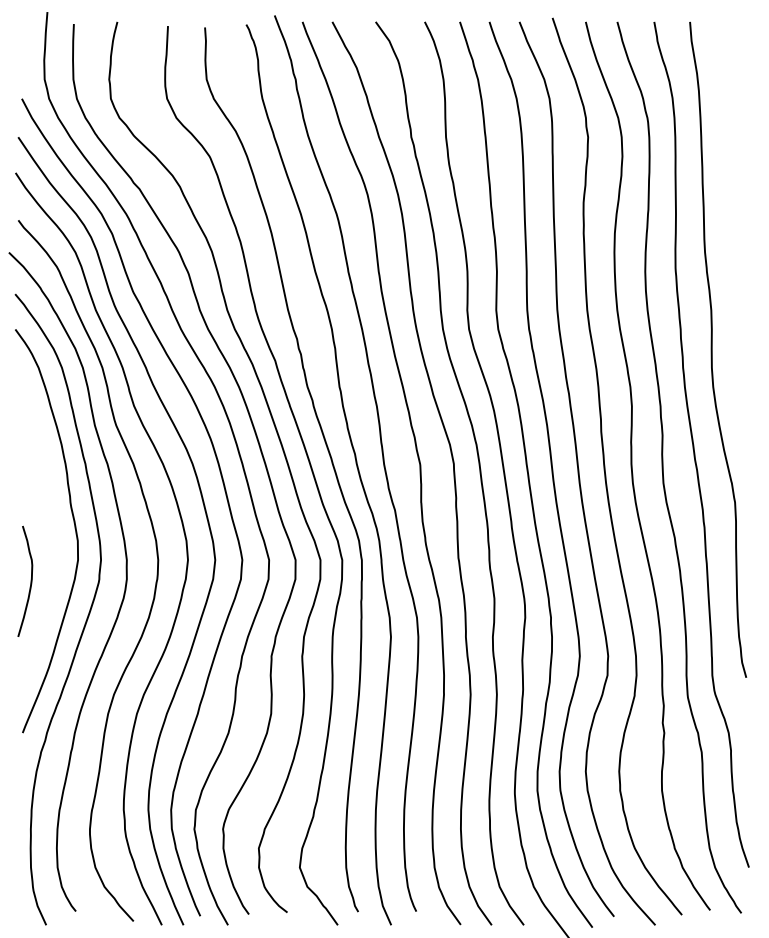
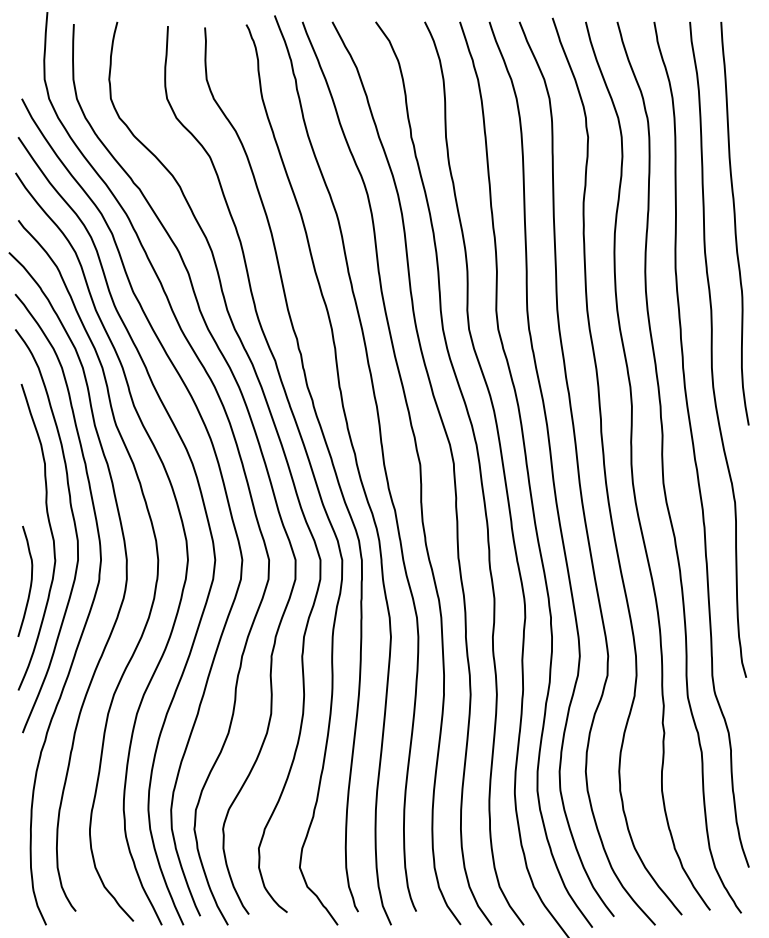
curve at (734, 223): none -> present
curve at (50, 532): none -> present
